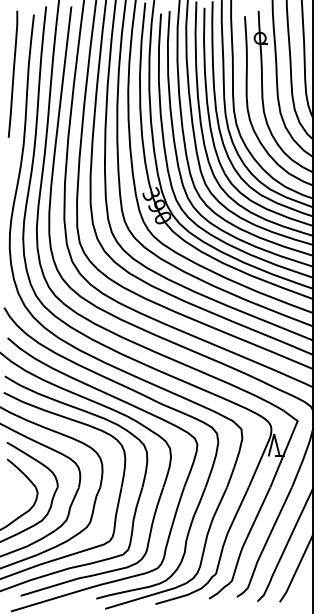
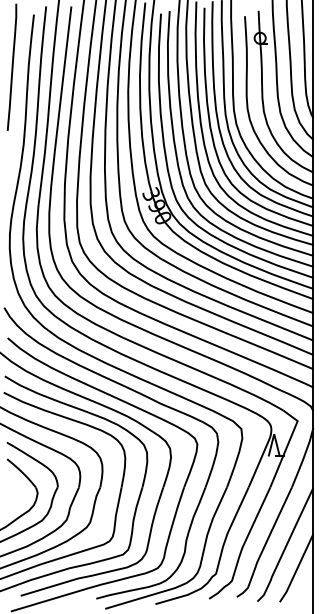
line at (12, 73) position: (12, 73) -> (11, 66)
